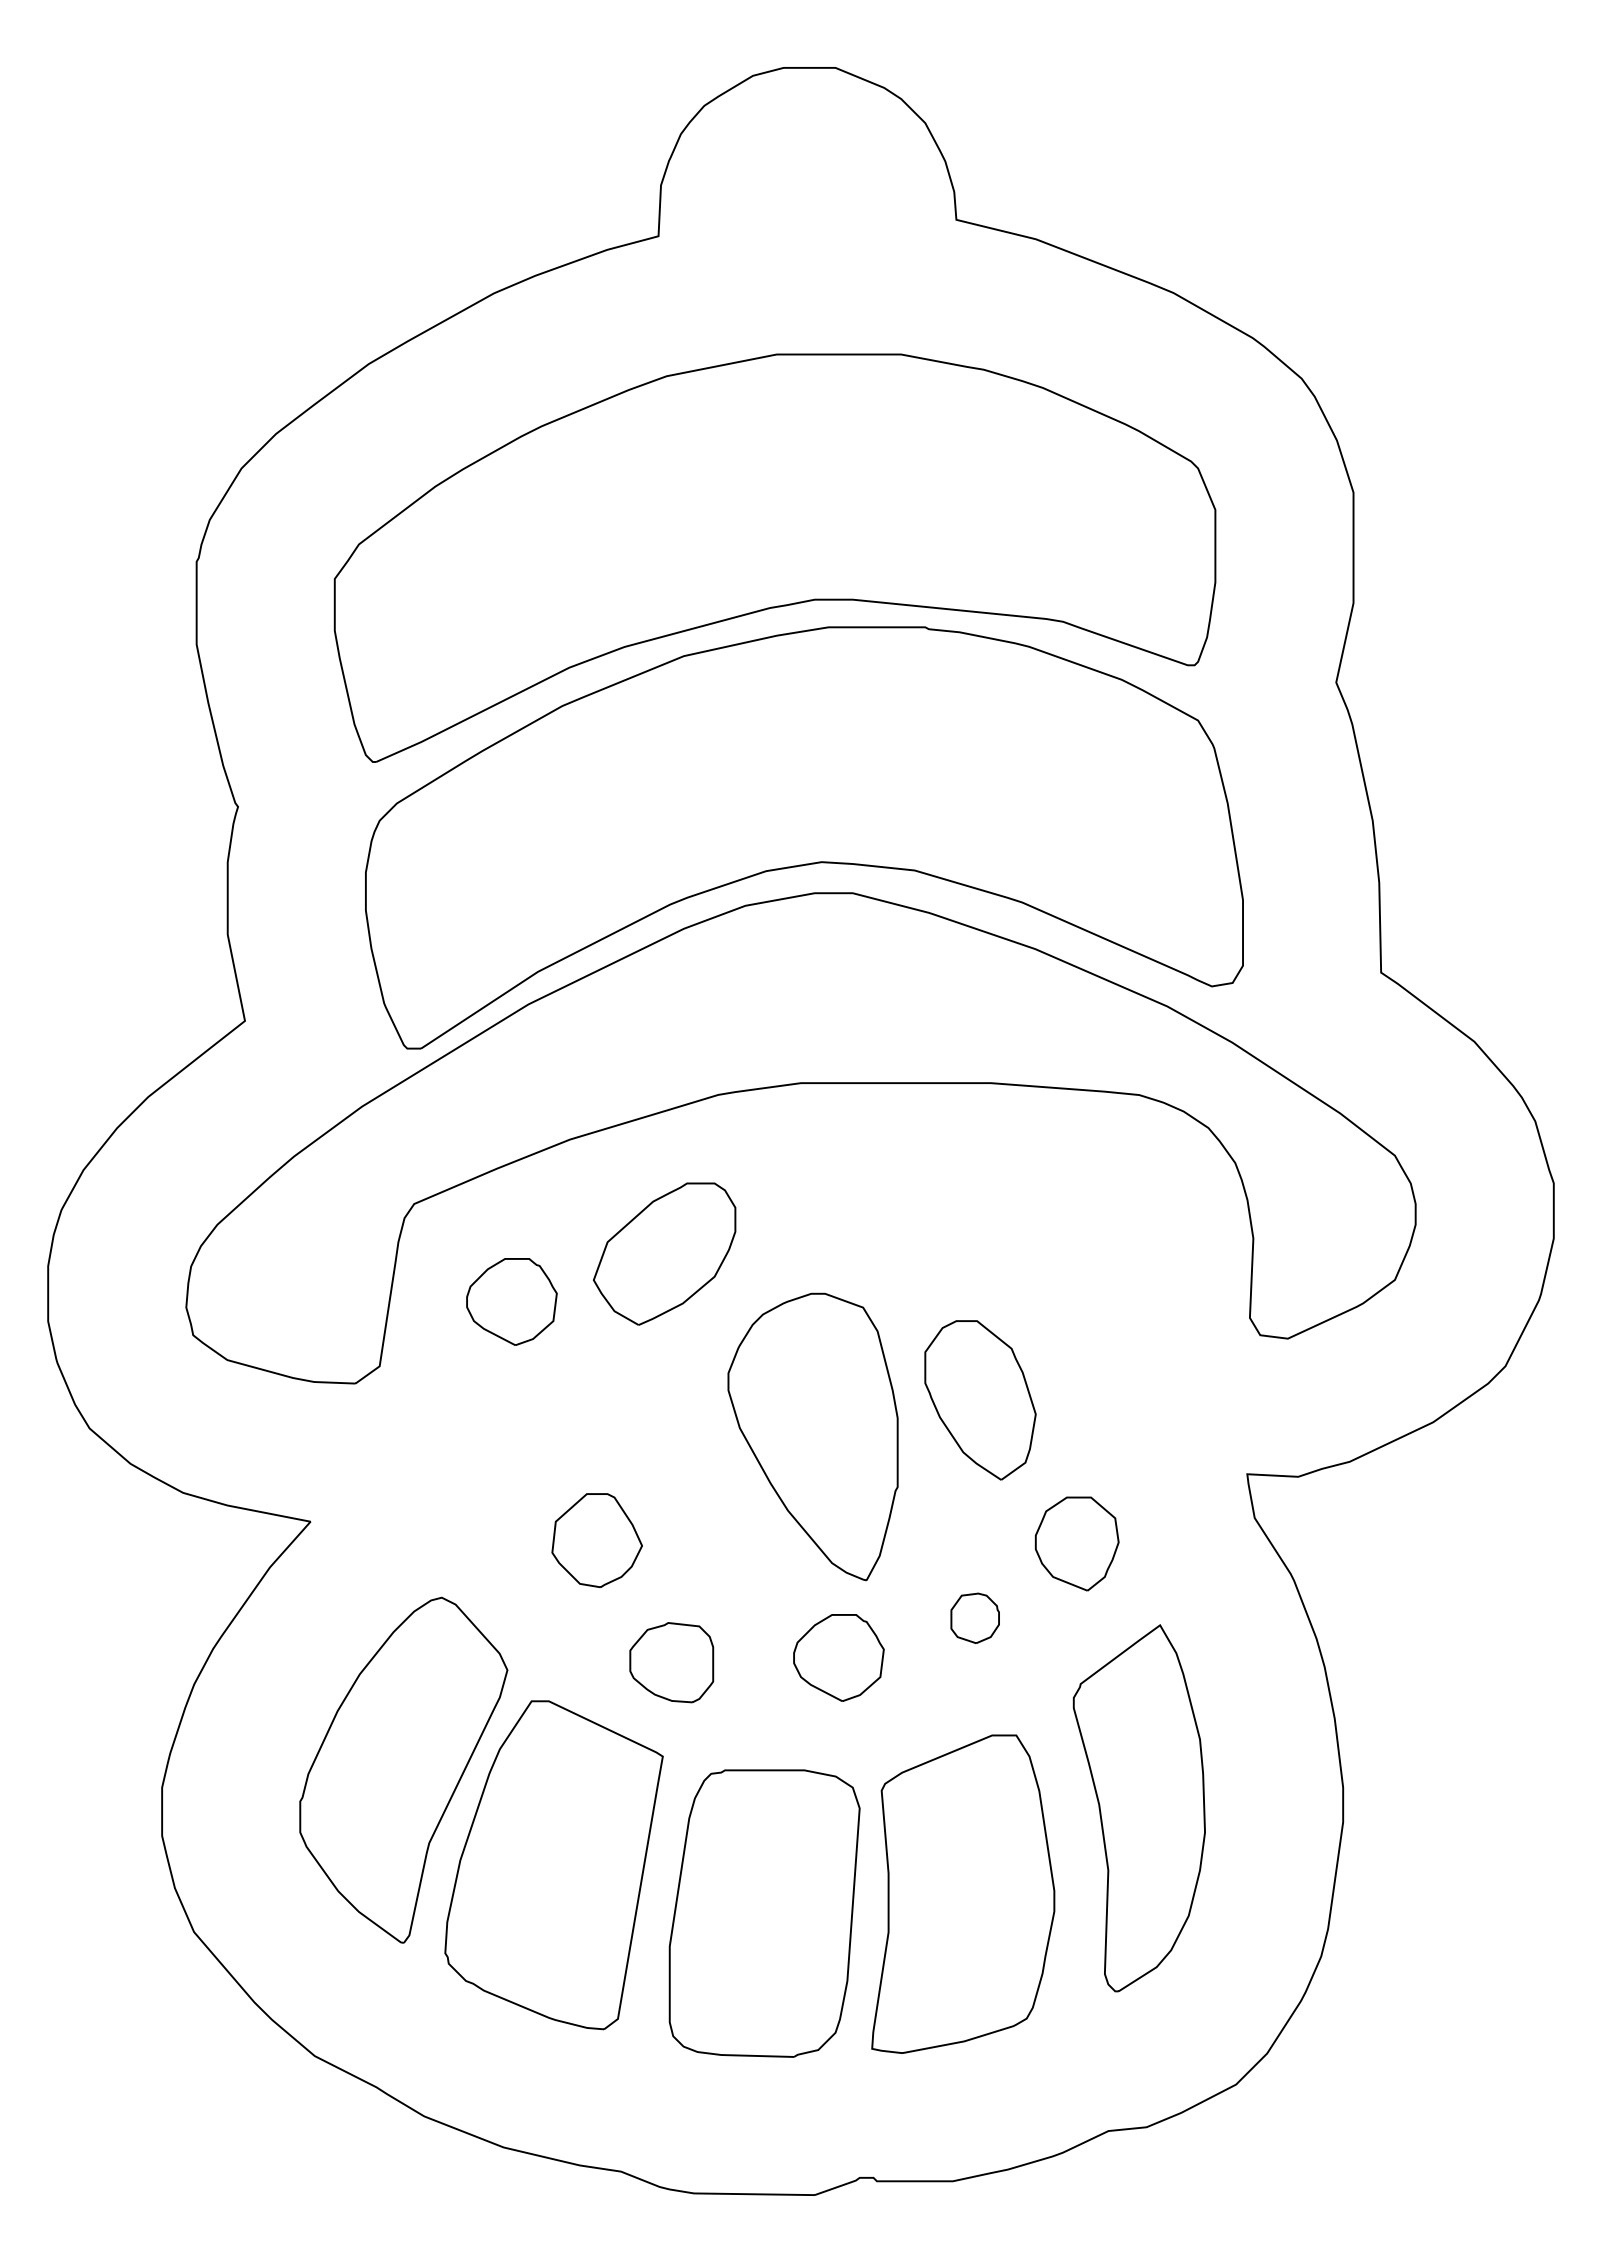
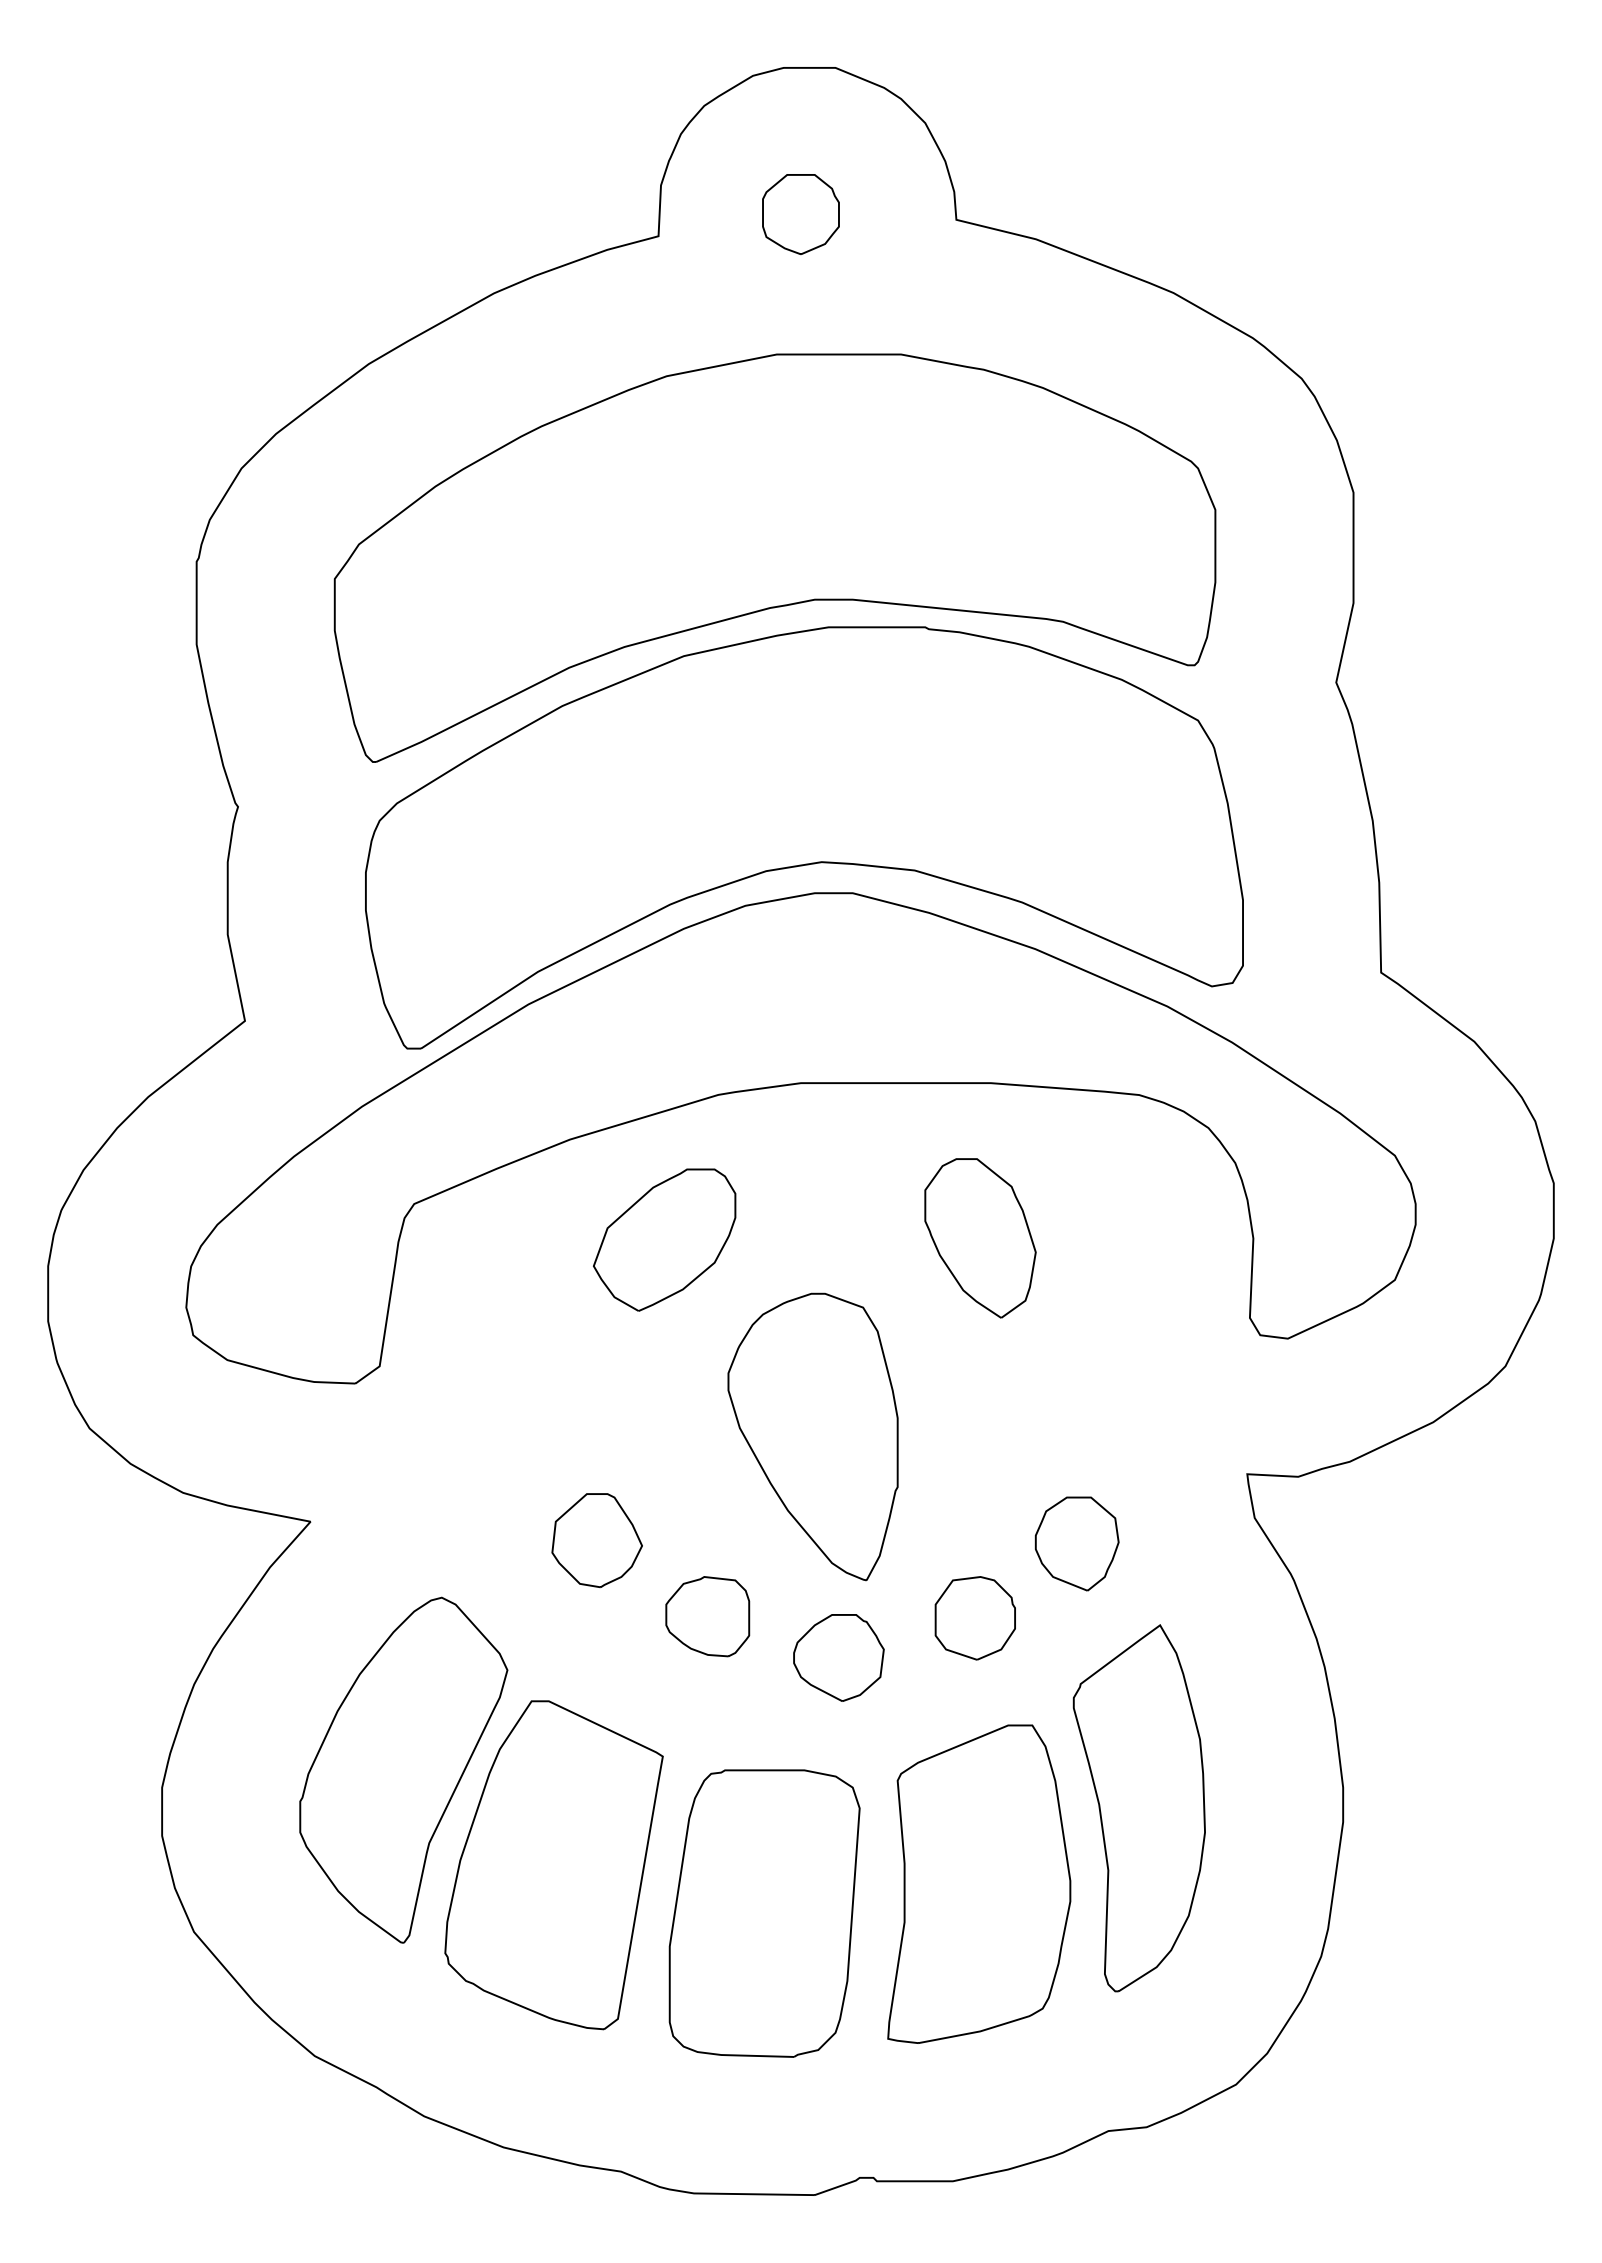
part at (800, 214): none -> present
part at (664, 1253) position: (664, 1253) -> (664, 1239)
part at (511, 1301): present -> none
part at (980, 1400) position: (980, 1400) -> (980, 1238)
part at (974, 1617) size: 50x52 px -> 82x85 px
part at (671, 1662) position: (671, 1662) -> (707, 1616)
part at (963, 1893) position: (963, 1893) -> (979, 1883)
